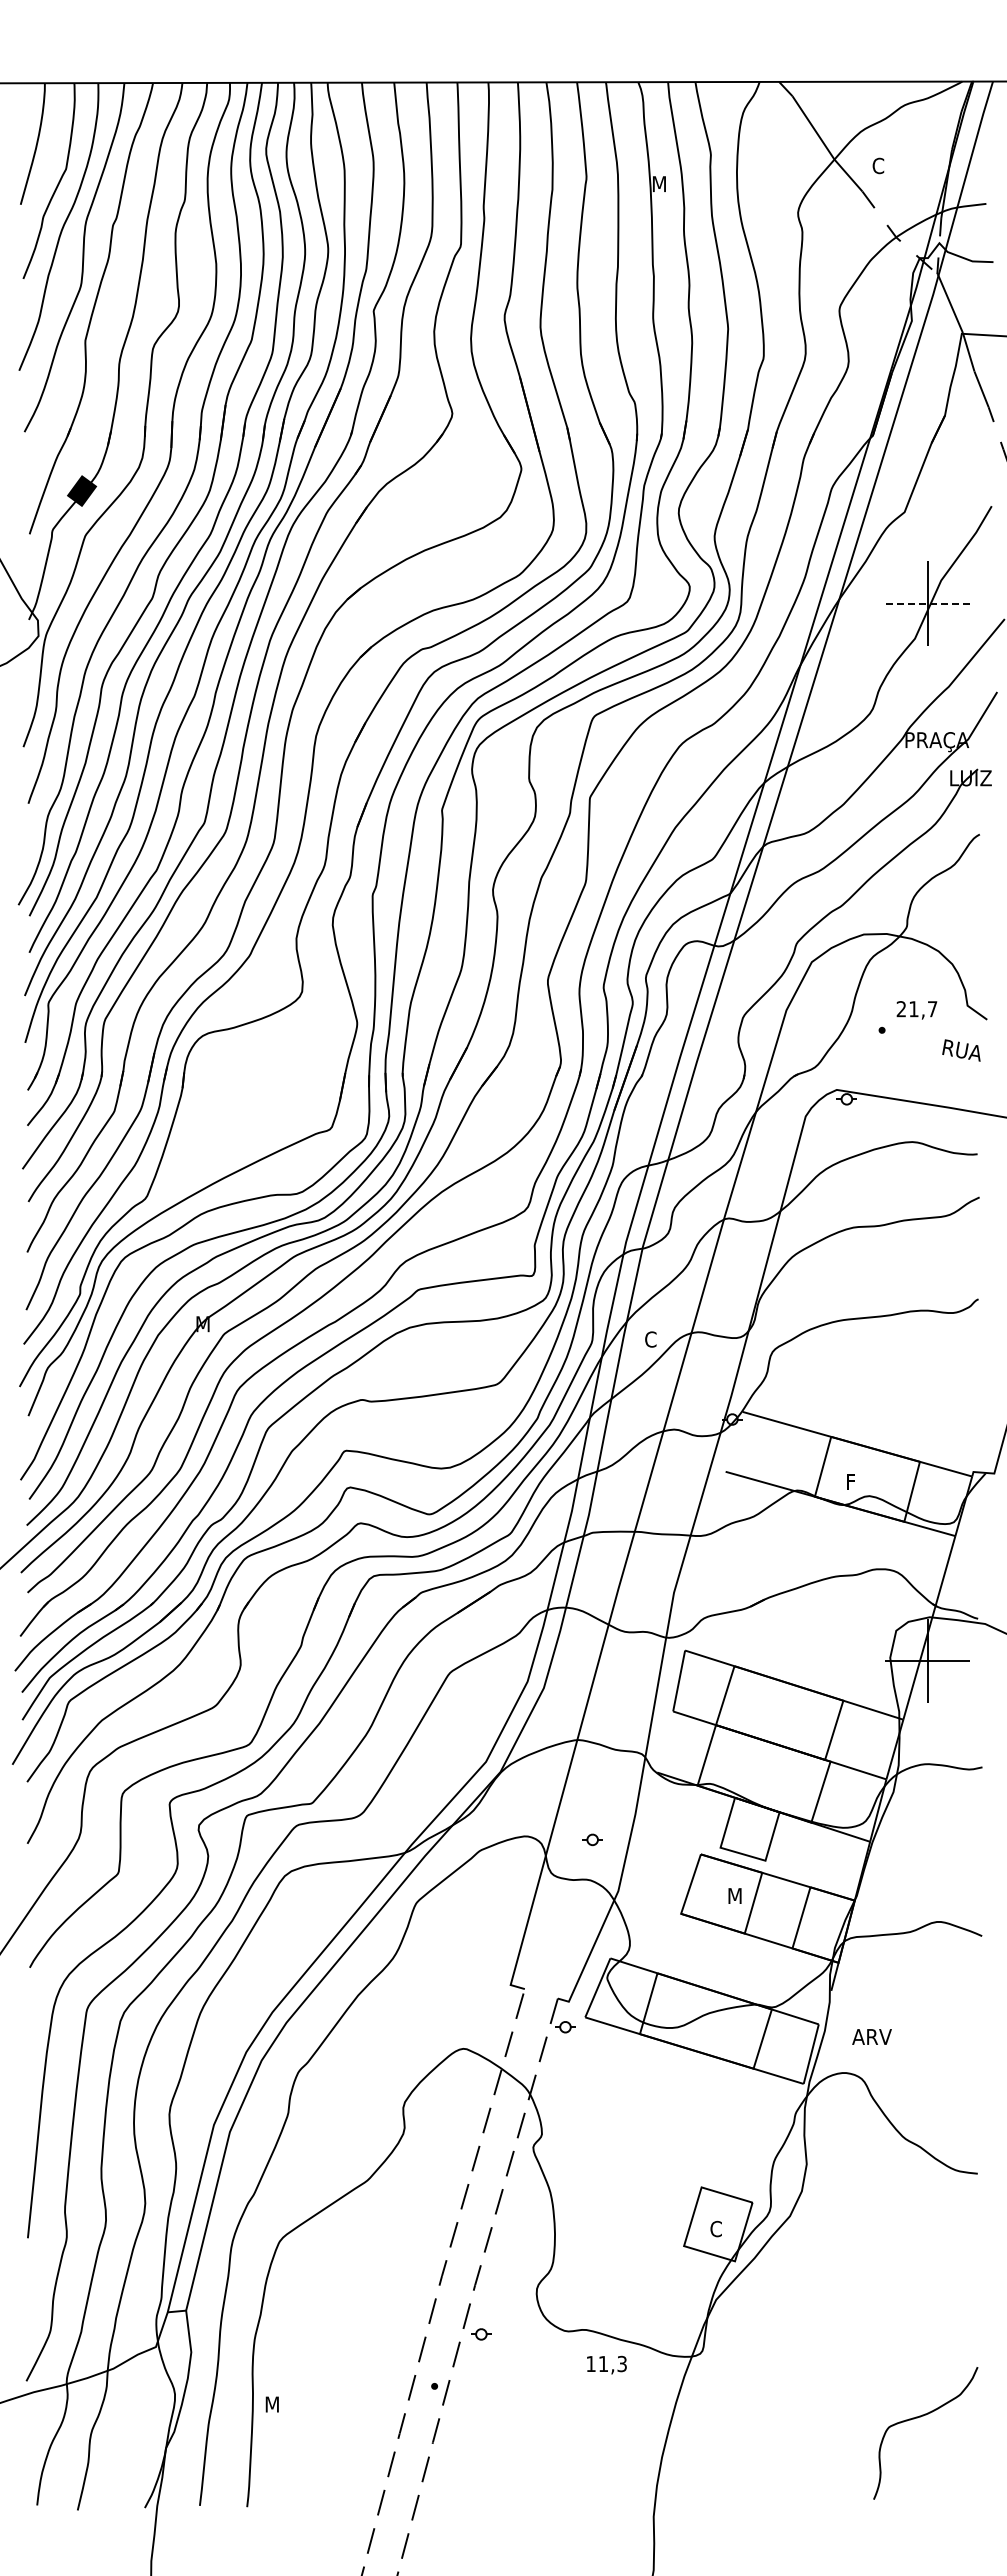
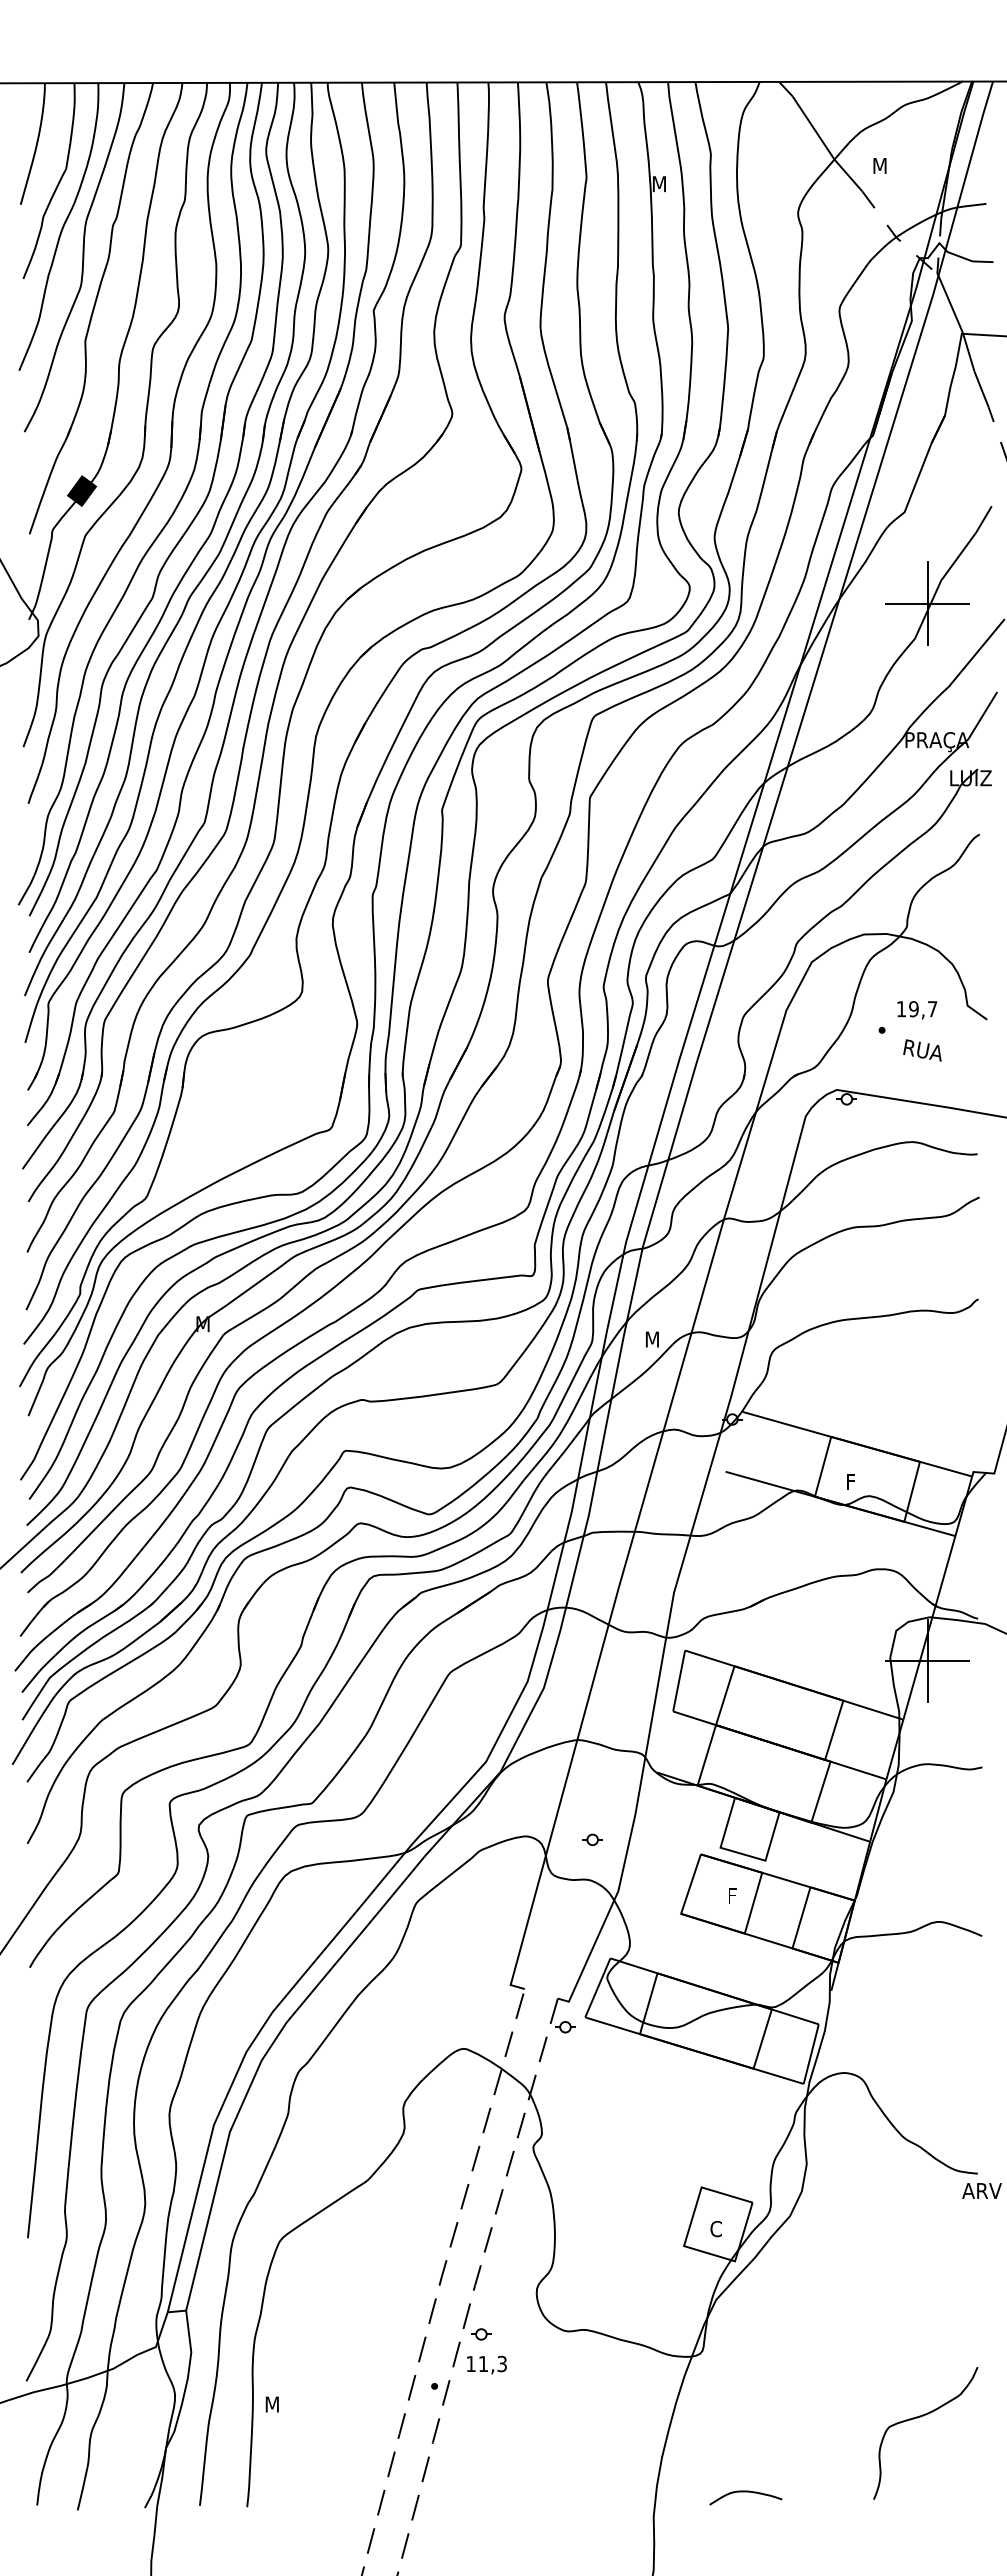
text at (879, 165): C -> M
line at (927, 603): dashed -> solid
text at (907, 1009): 21,7 -> 19,7
text at (961, 1050) position: (961, 1050) -> (922, 1050)
text at (651, 1339): C -> M
text at (734, 1895): M -> F
text at (871, 2036) position: (871, 2036) -> (981, 2190)
text at (606, 2364) position: (606, 2364) -> (486, 2364)
curve at (745, 2492): none -> present
